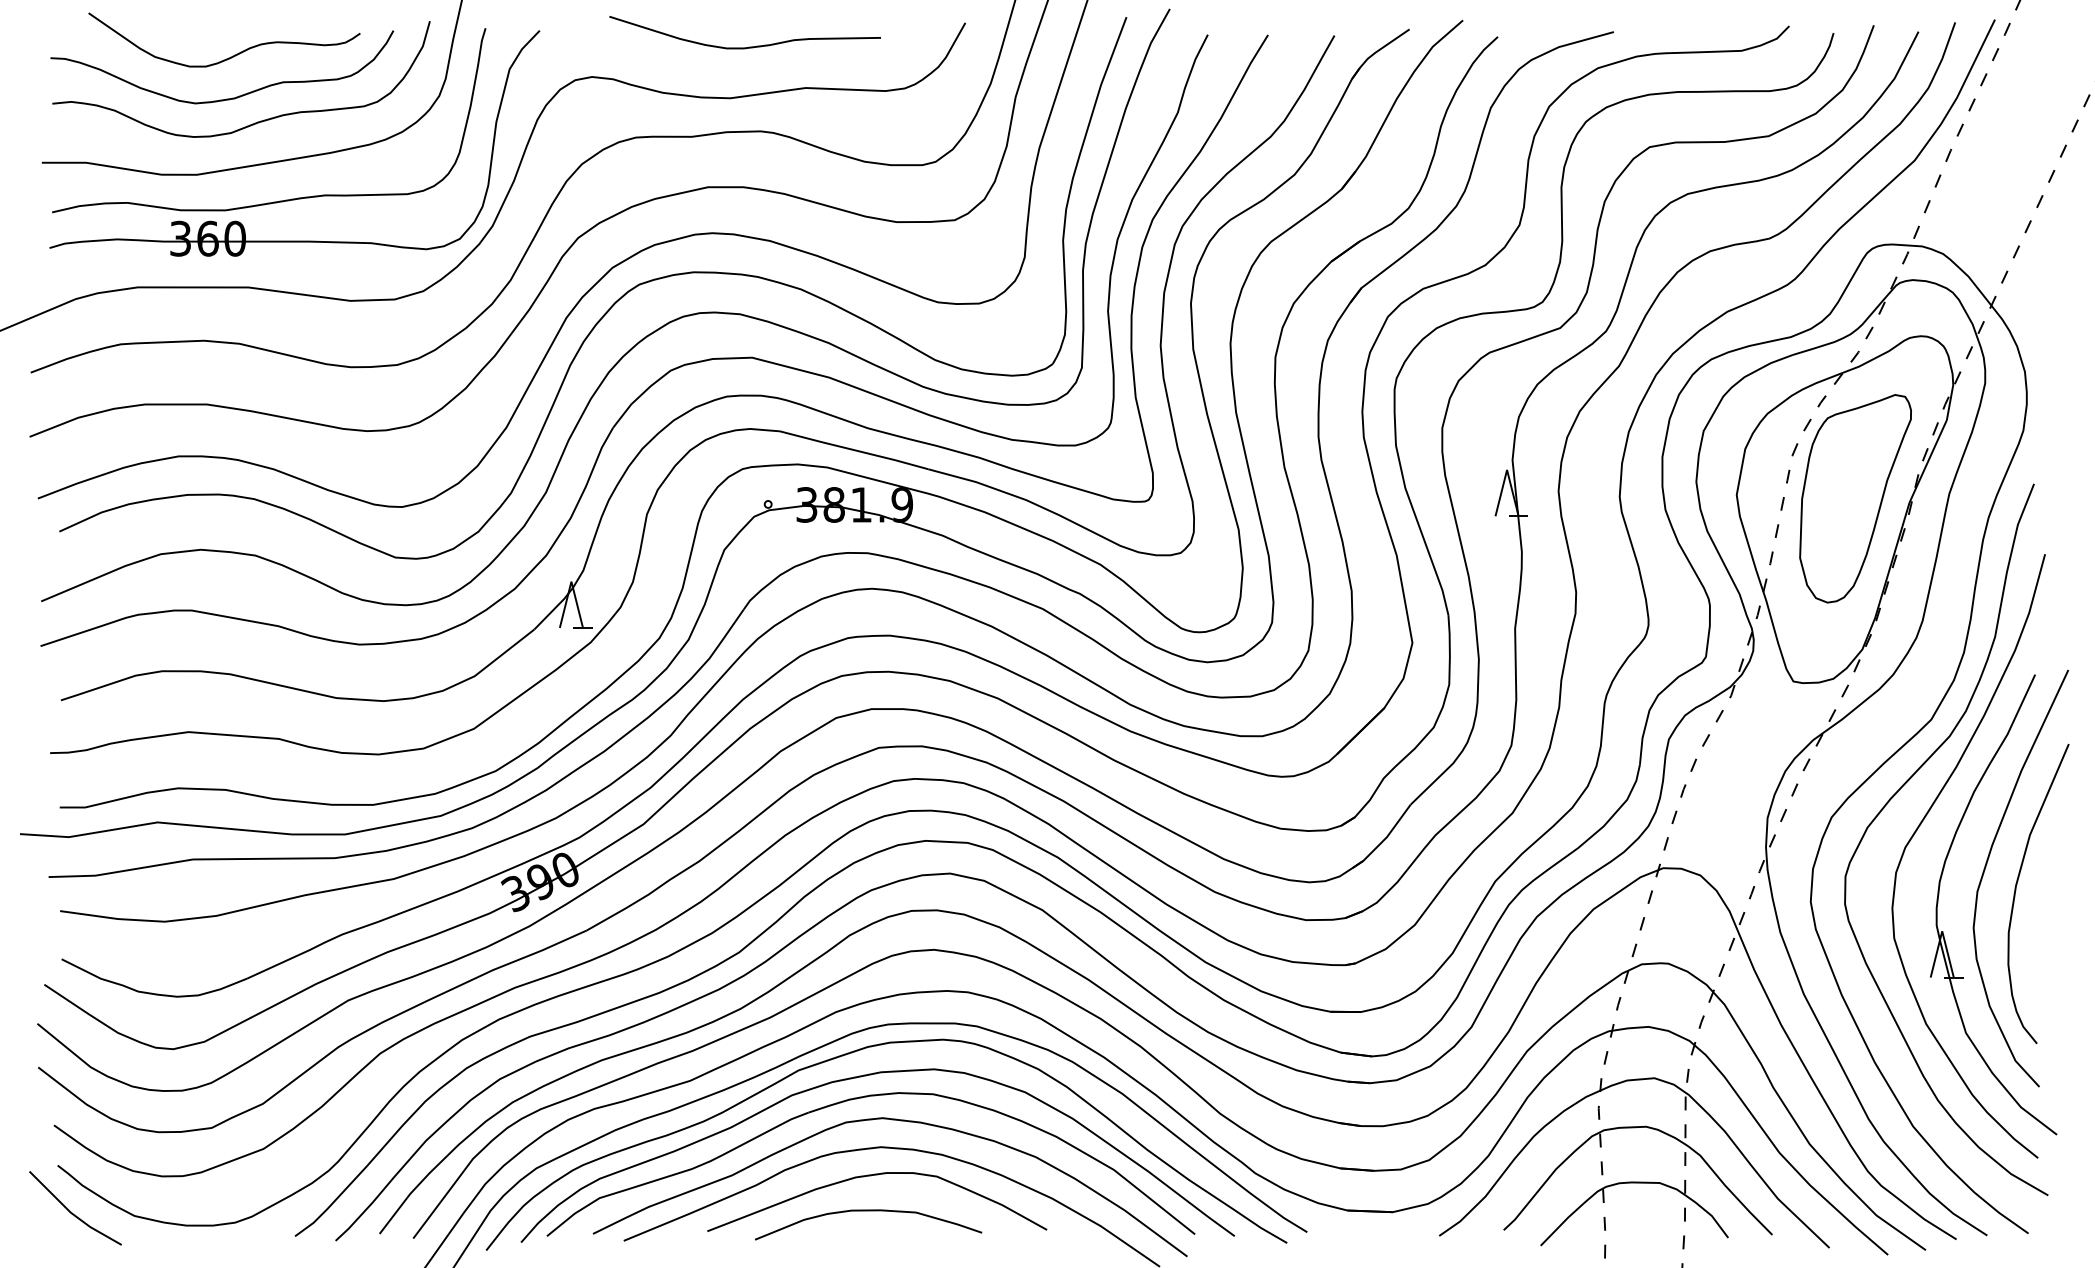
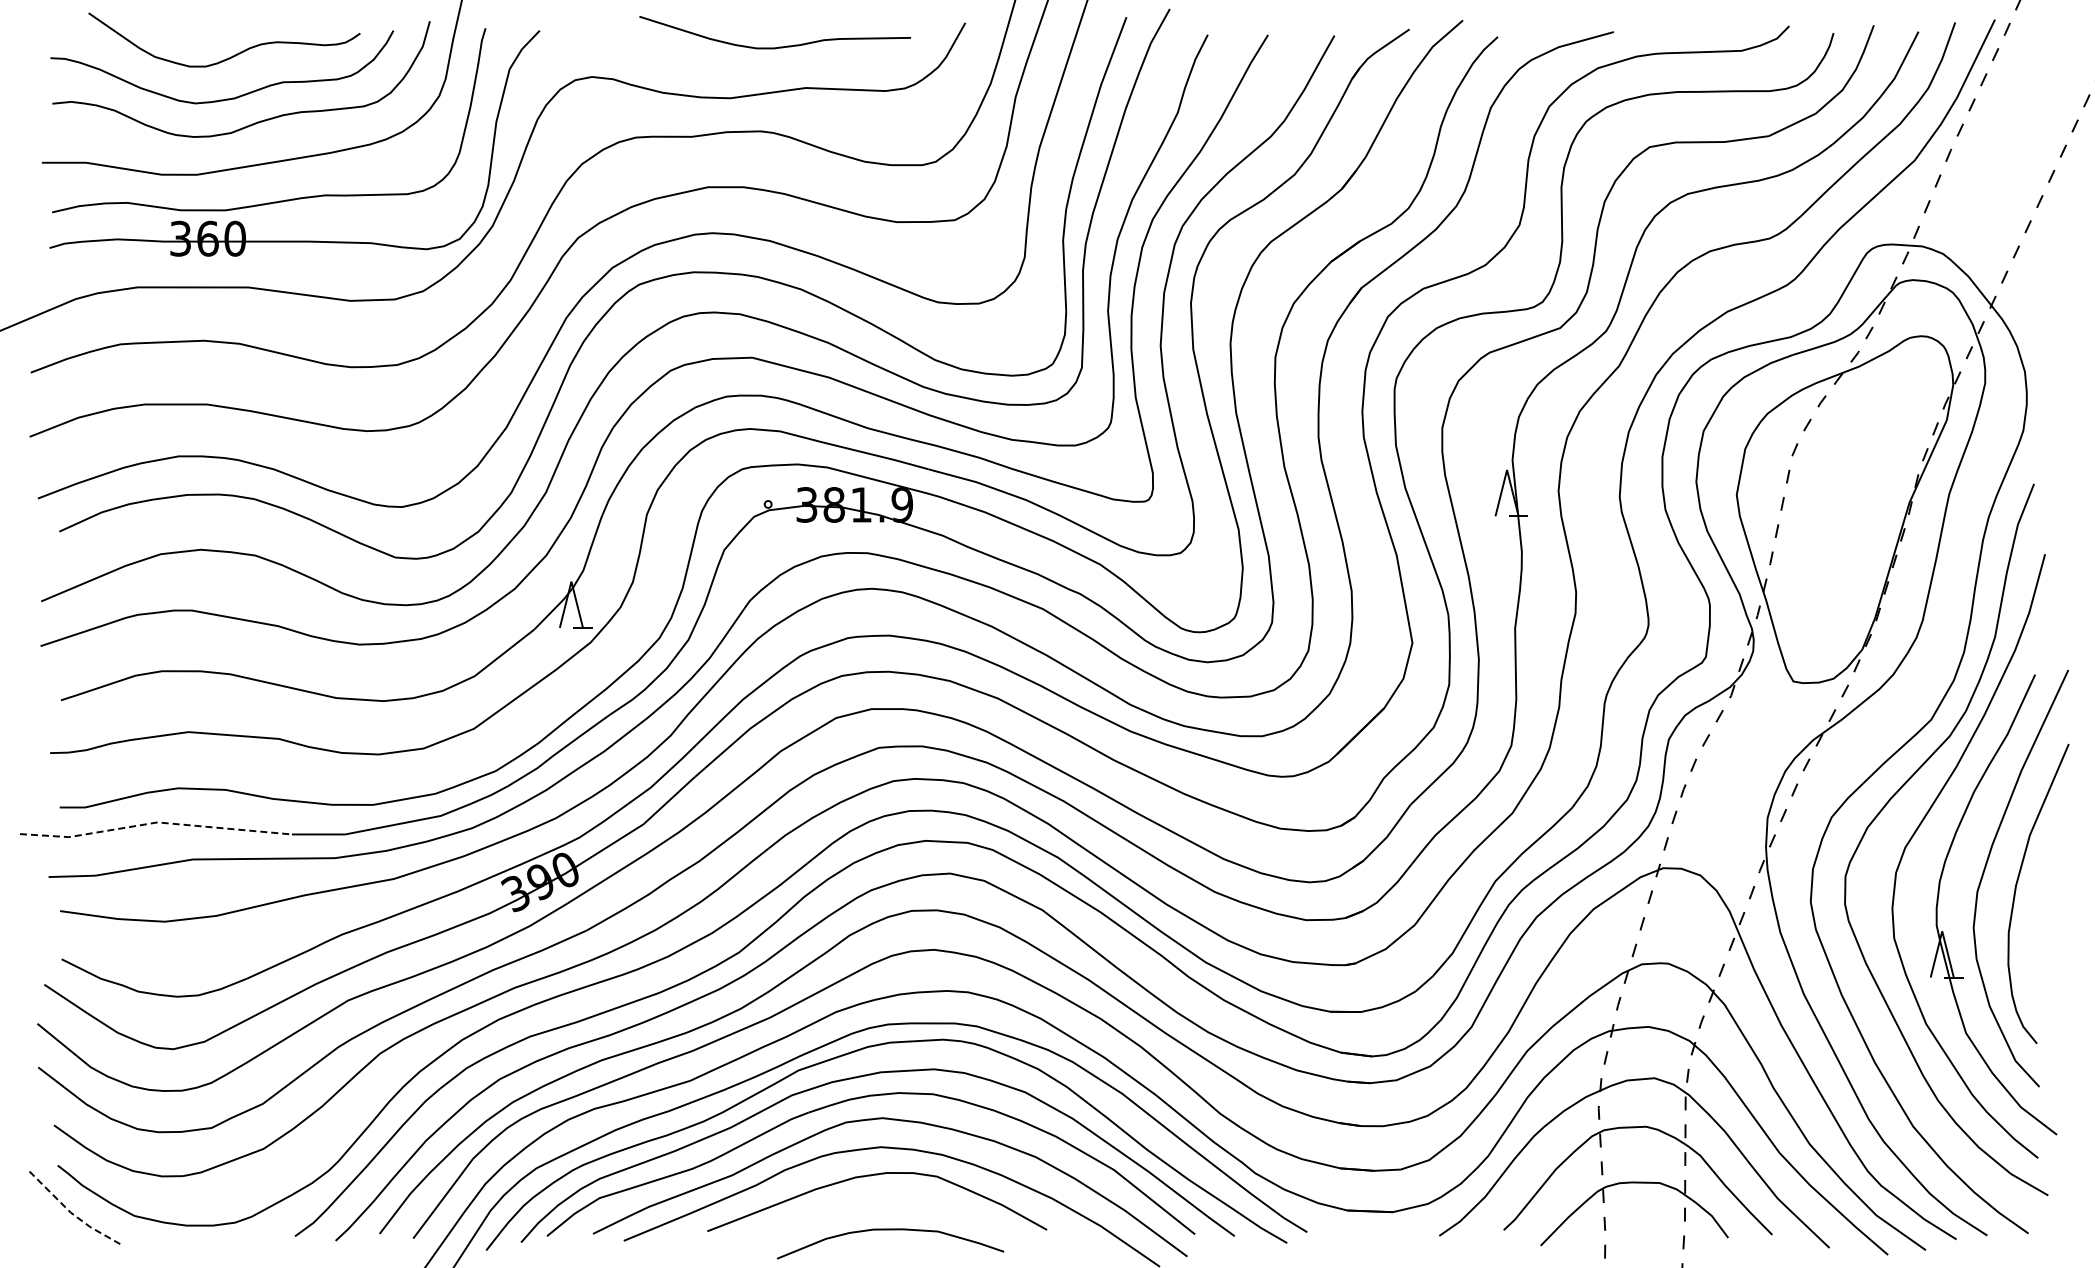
curve at (748, 46) position: (748, 46) -> (778, 46)
part at (1855, 498): present -> none
line at (155, 822): solid -> dashed
curve at (868, 1211) position: (868, 1211) -> (890, 1230)
line at (72, 1213): solid -> dashed
